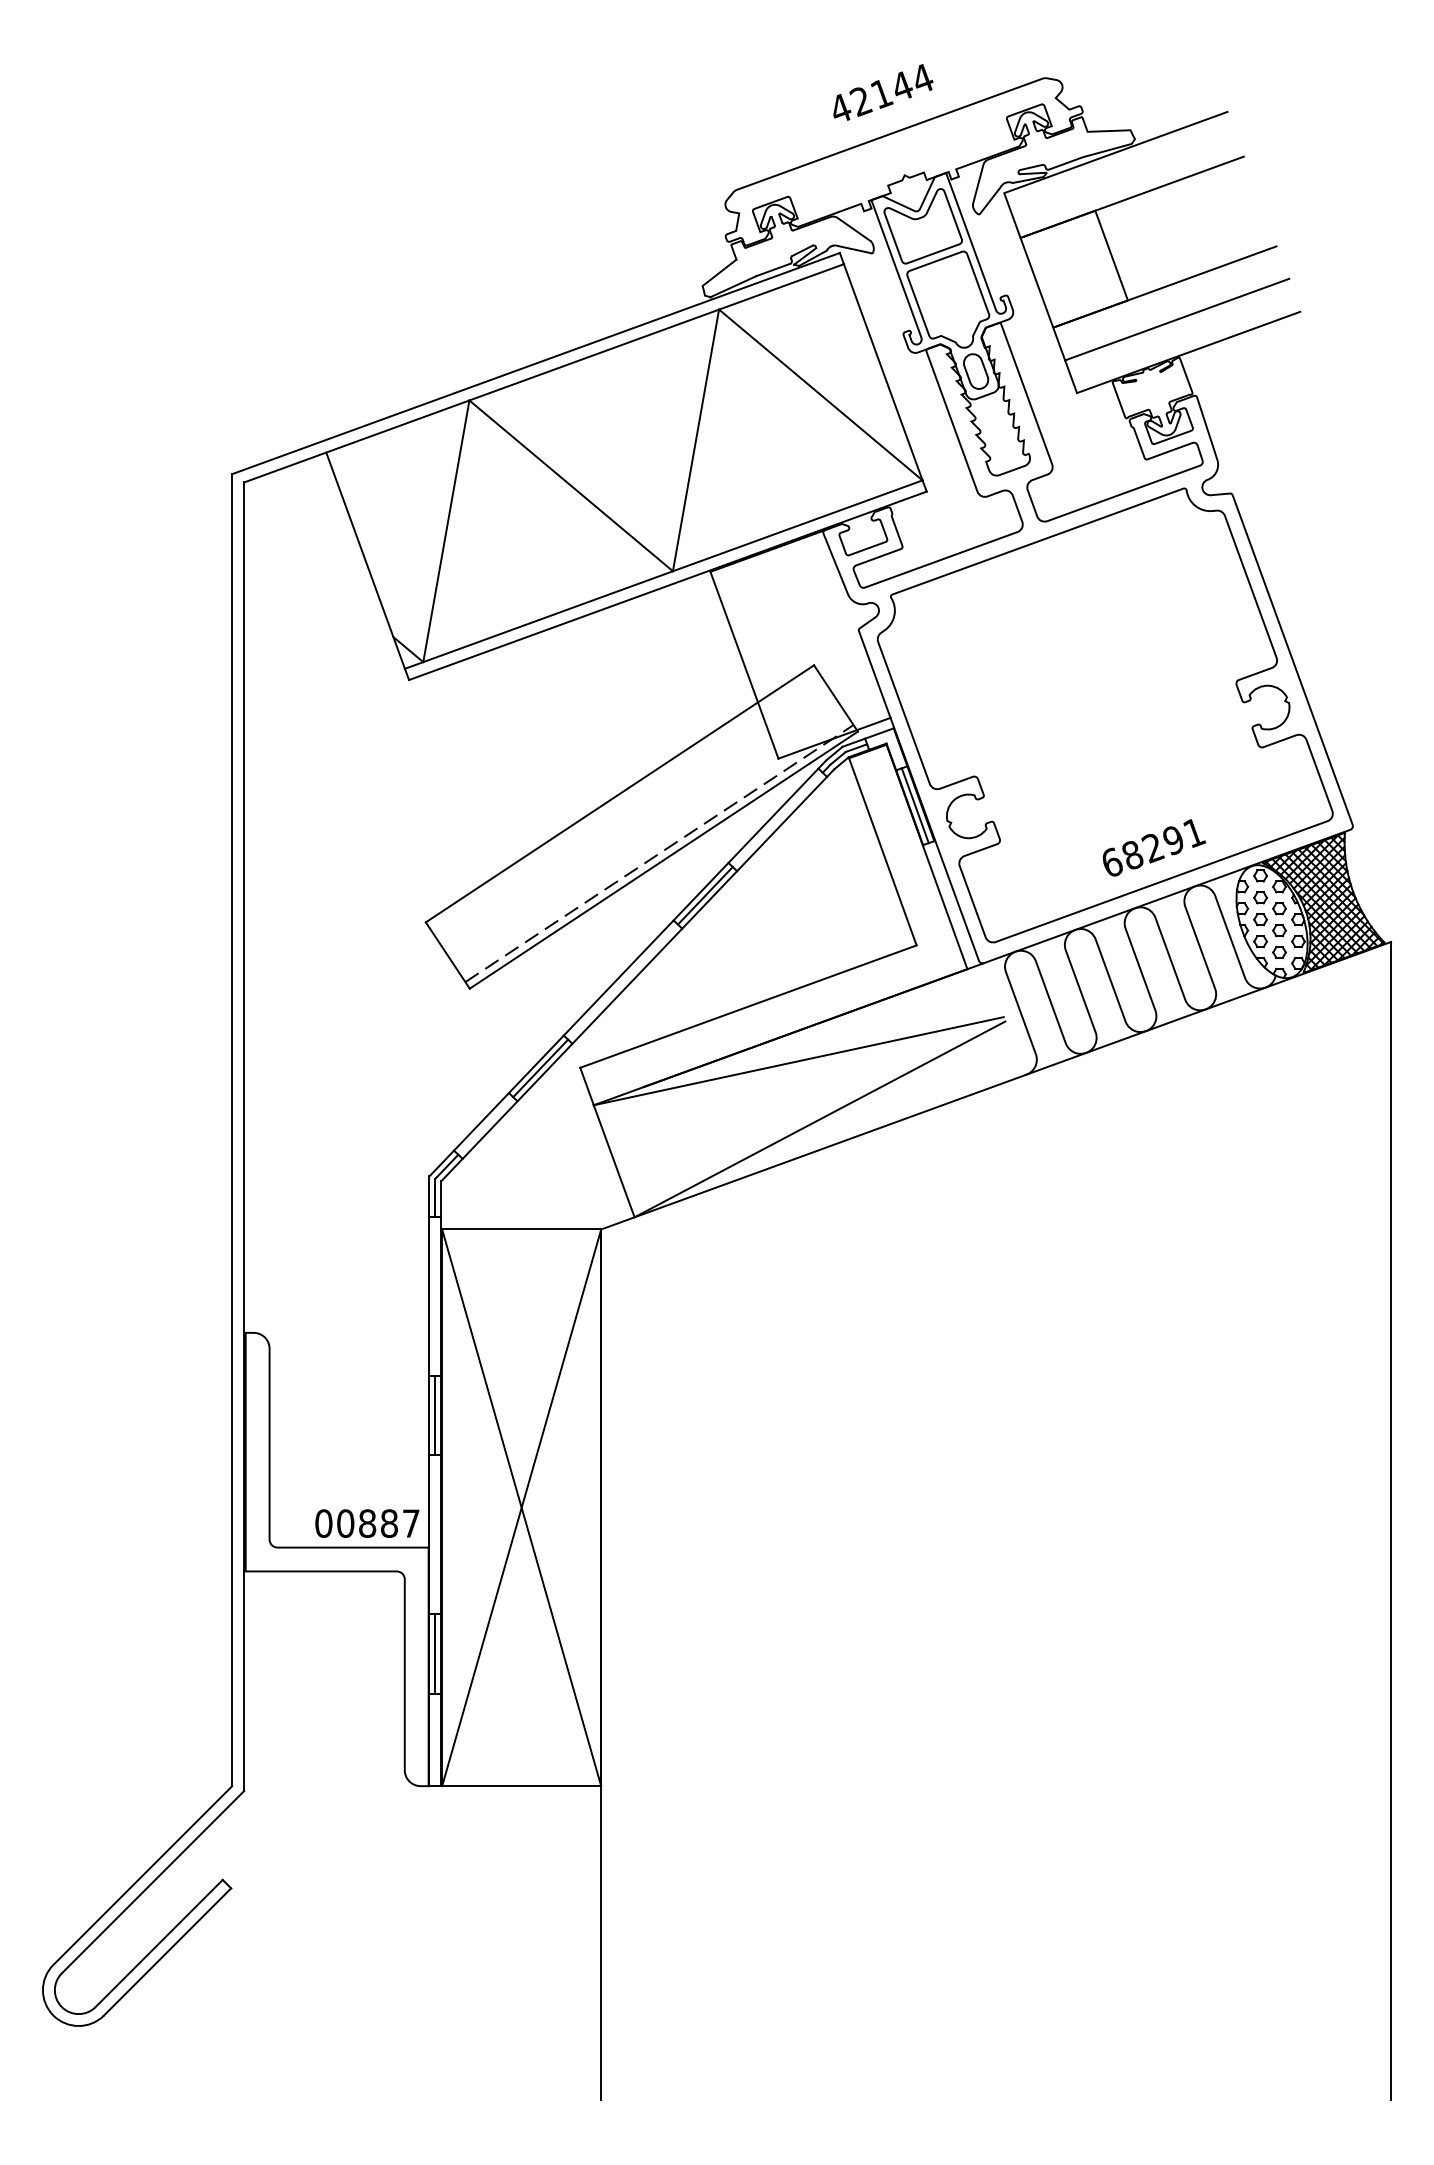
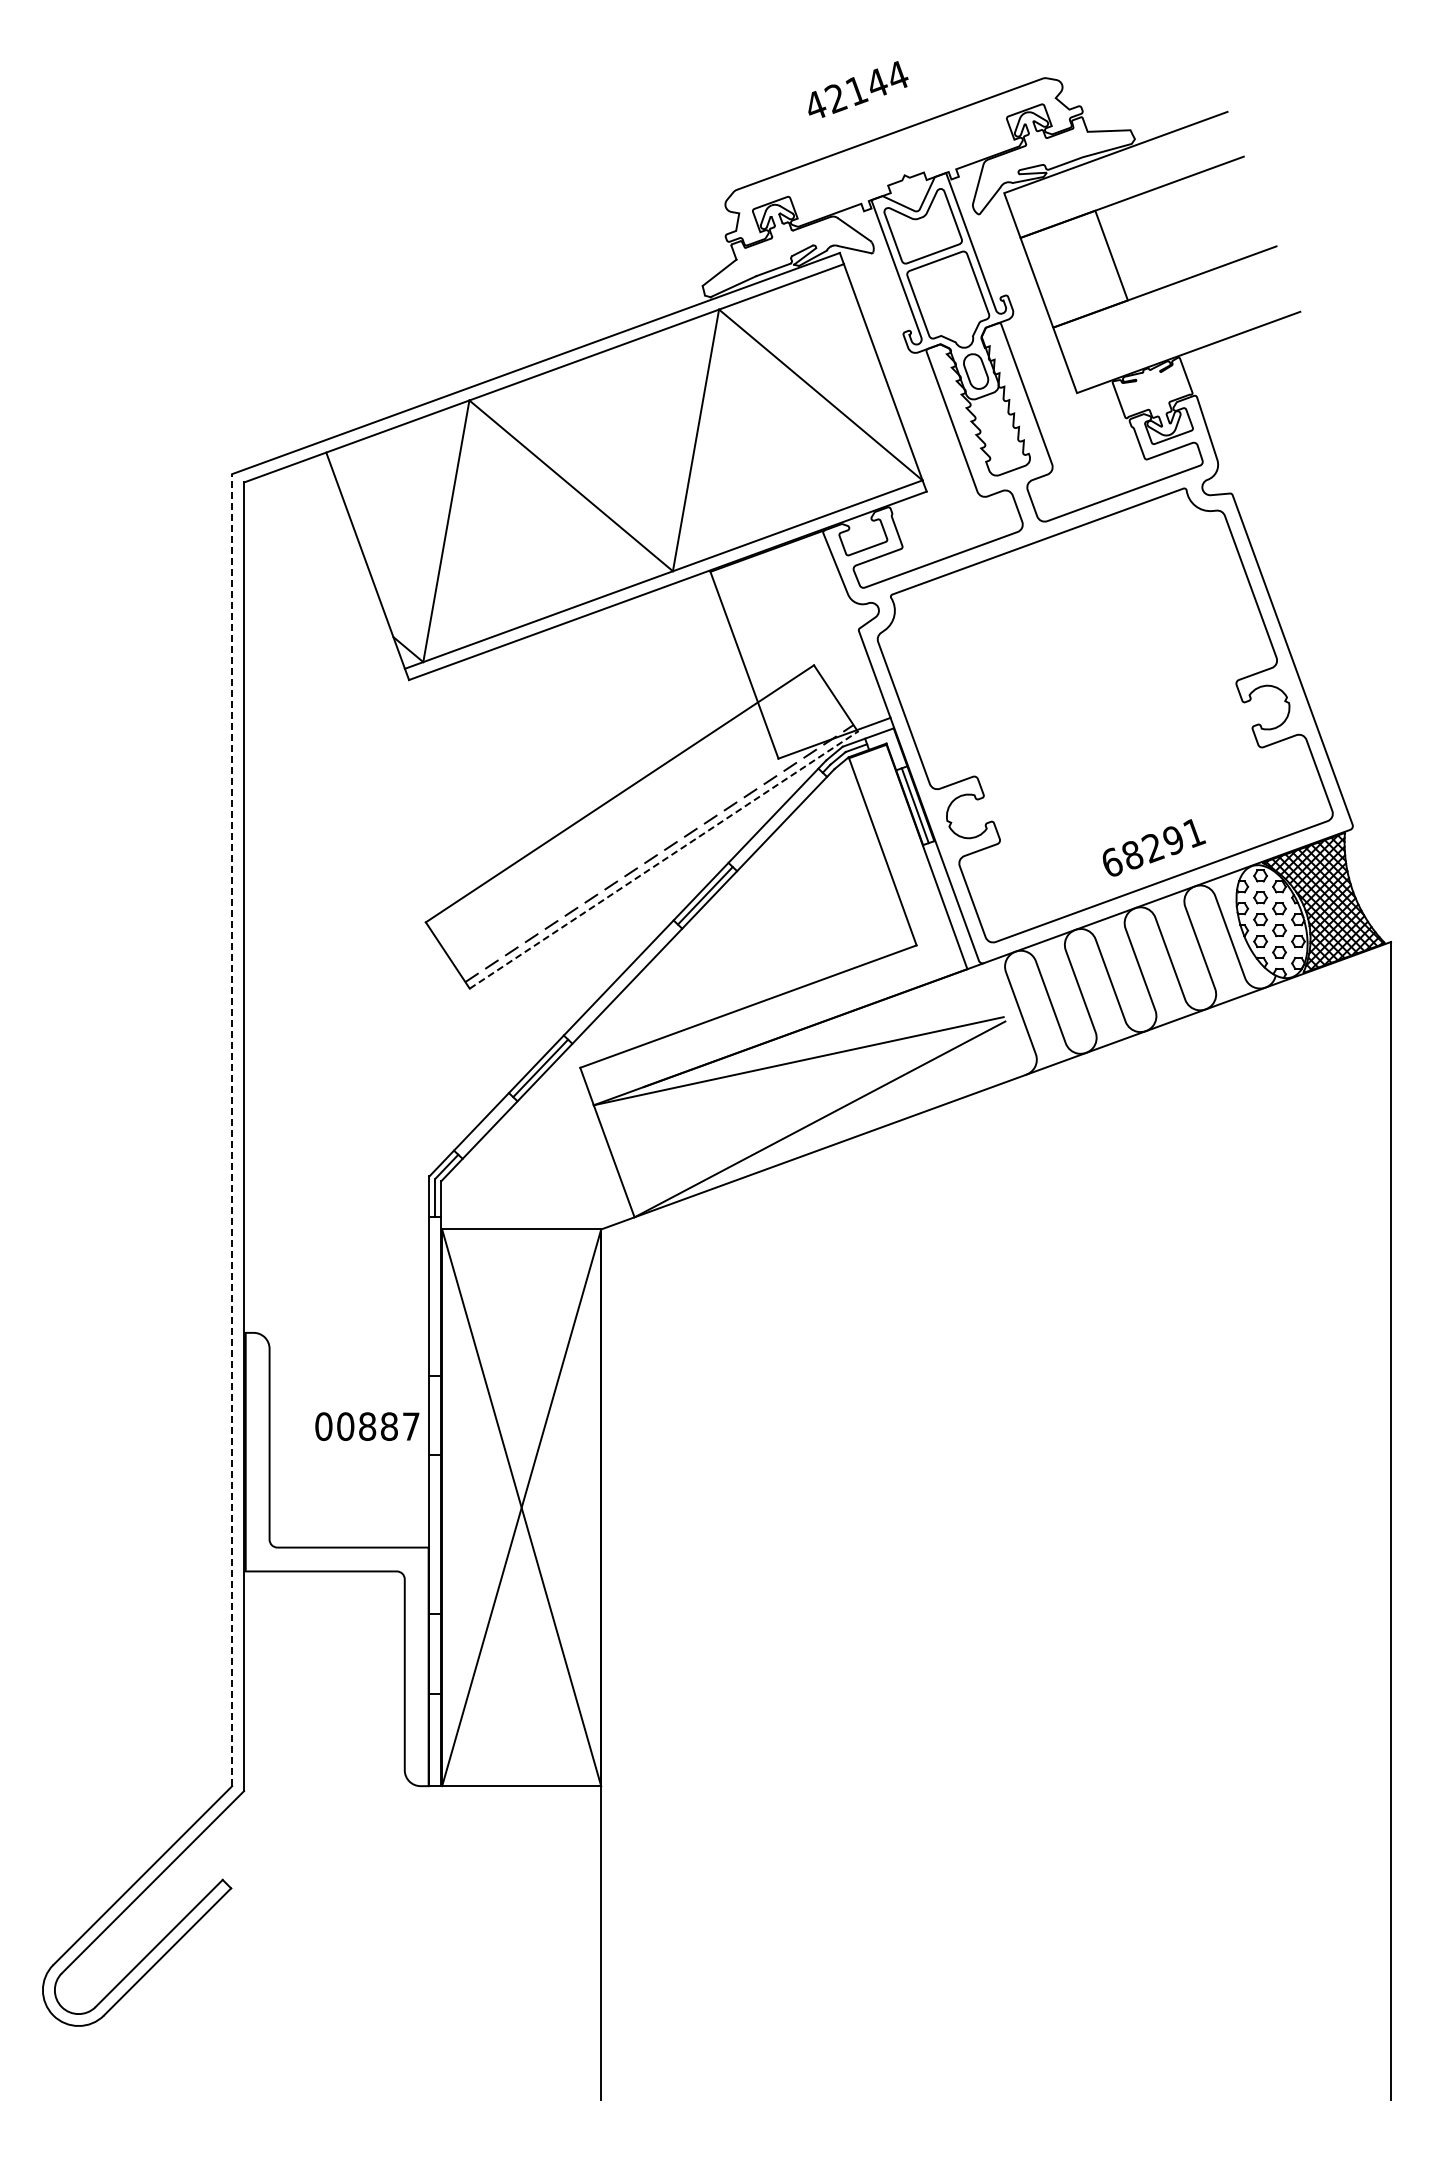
text at (883, 92) position: (883, 92) -> (858, 89)
line at (1177, 319): present -> none
line at (663, 860): solid -> dashed
line at (232, 1129): solid -> dashed
line at (435, 1415): present -> none
text at (367, 1523) position: (367, 1523) -> (367, 1426)
line at (435, 1653): present -> none
